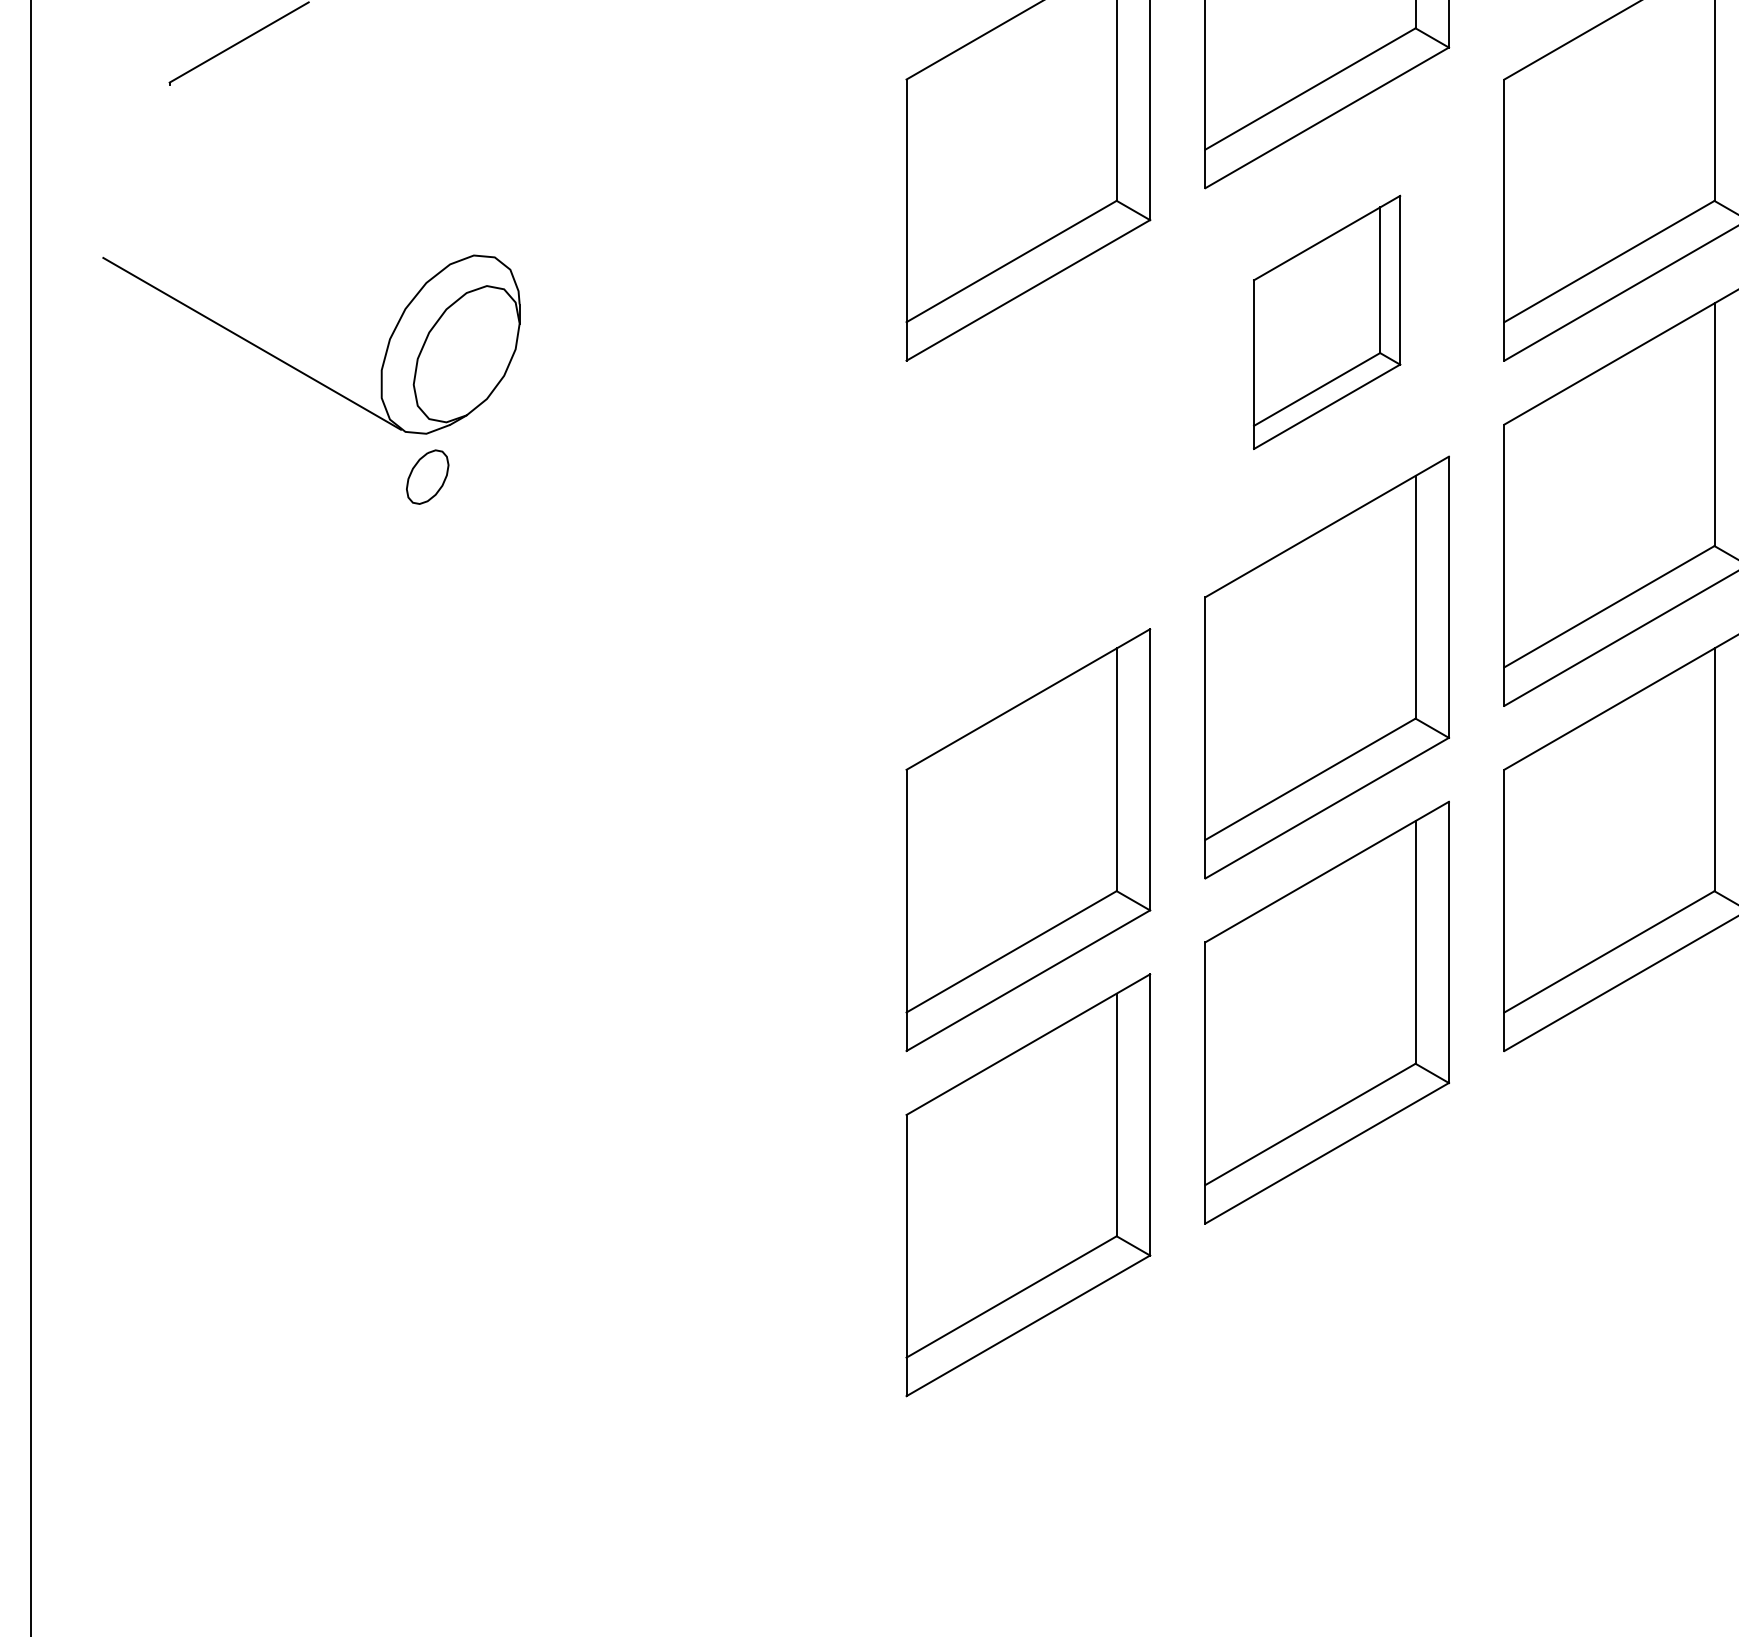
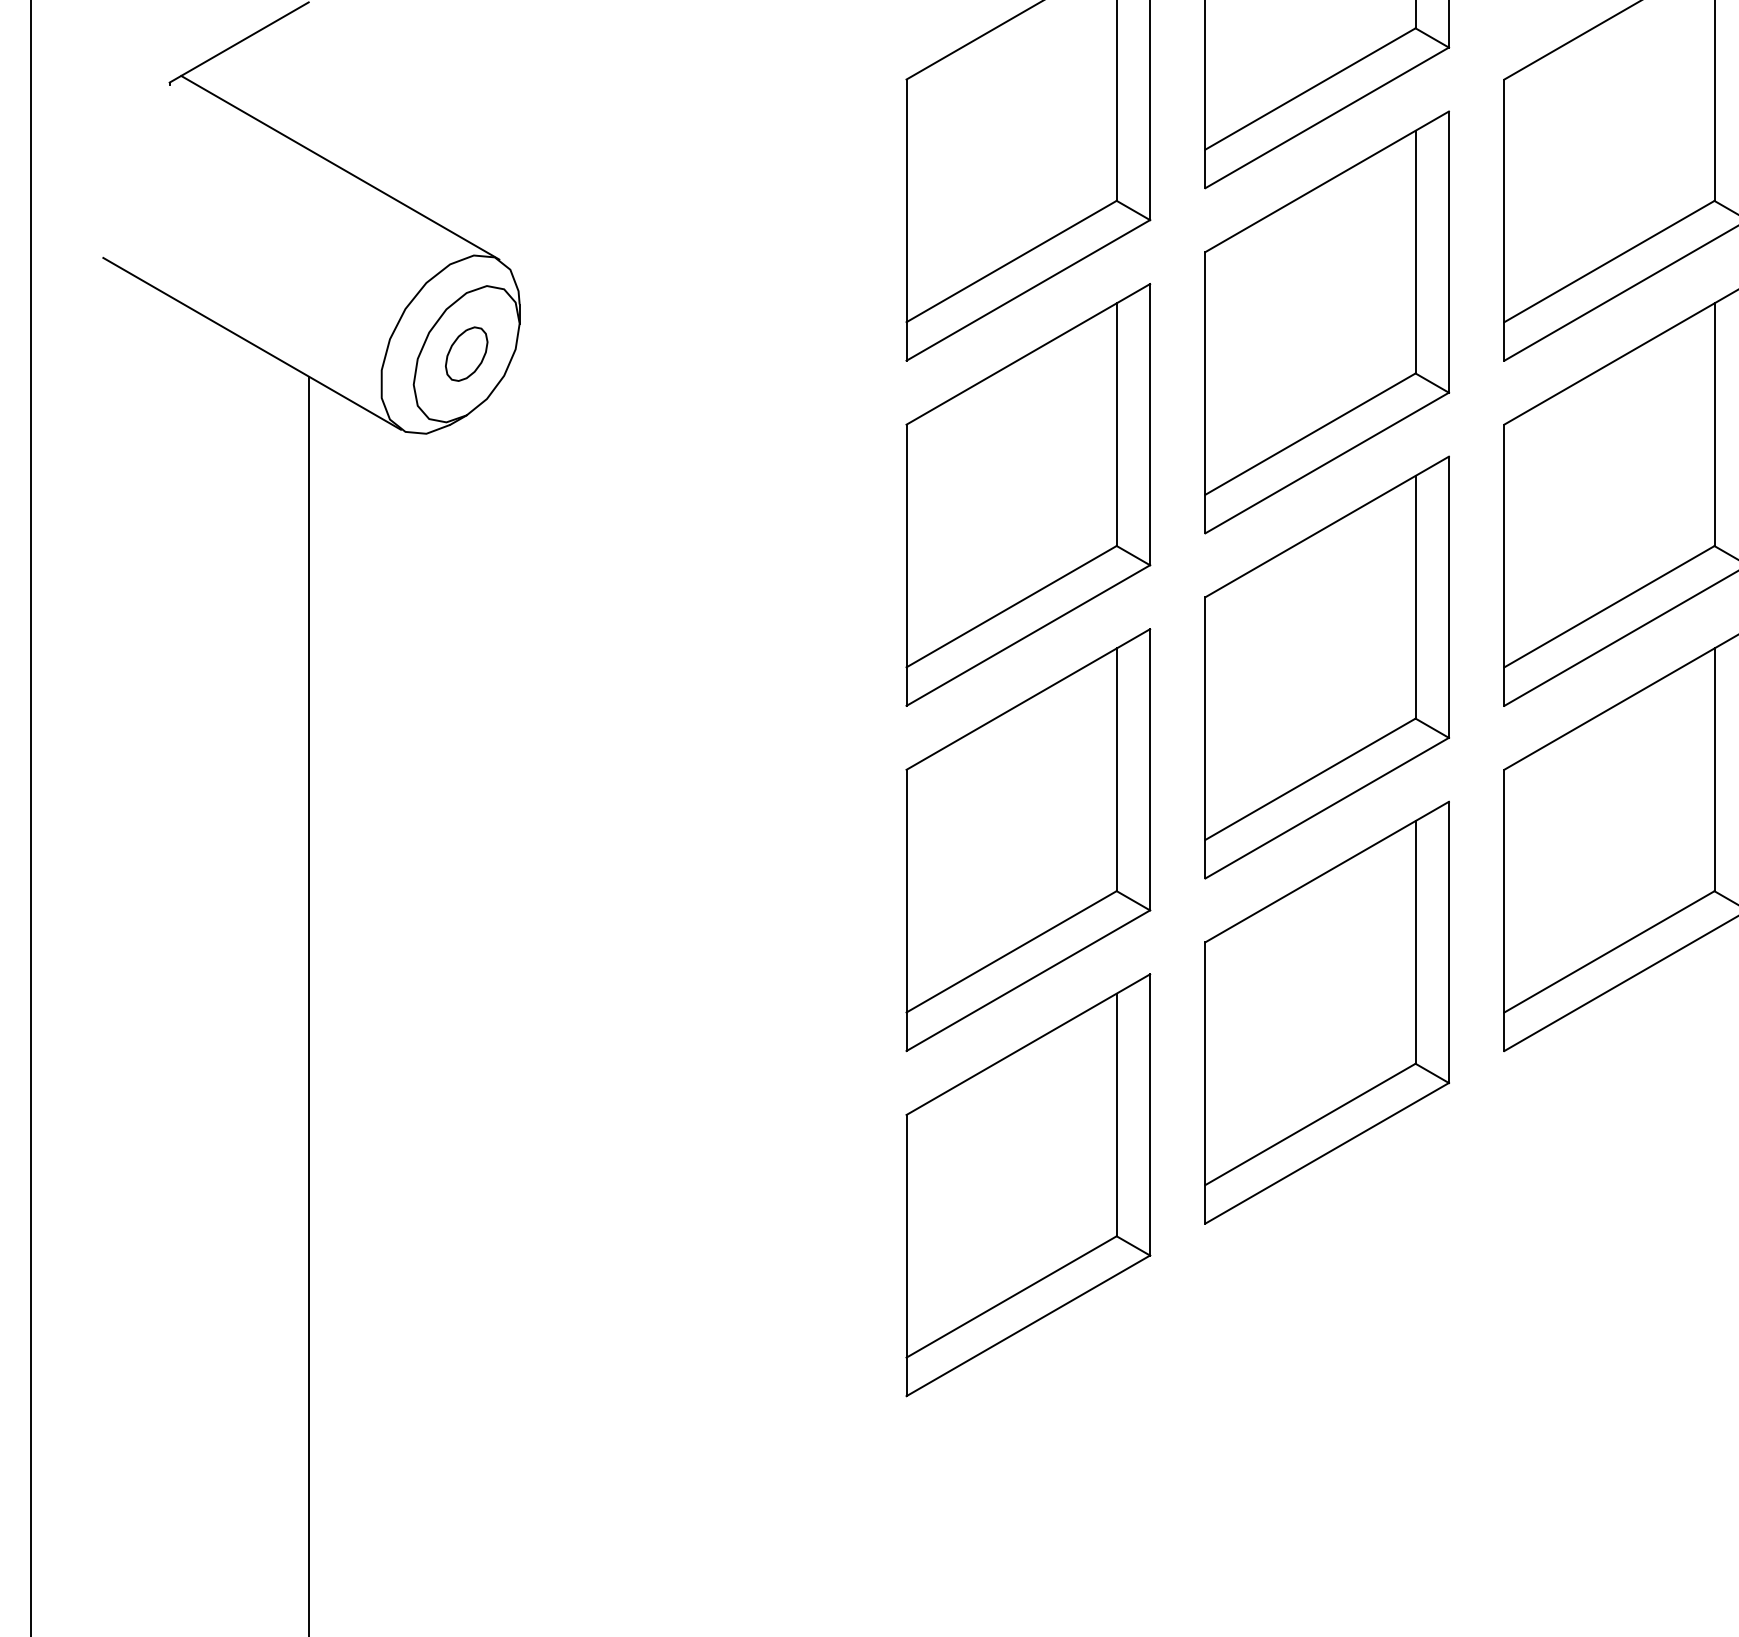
line at (340, 167): none -> present
part at (1327, 321) size: 149x256 px -> 246x425 px
part at (427, 476) position: (427, 476) -> (466, 353)
part at (1028, 494): none -> present
line at (308, 1004): none -> present
